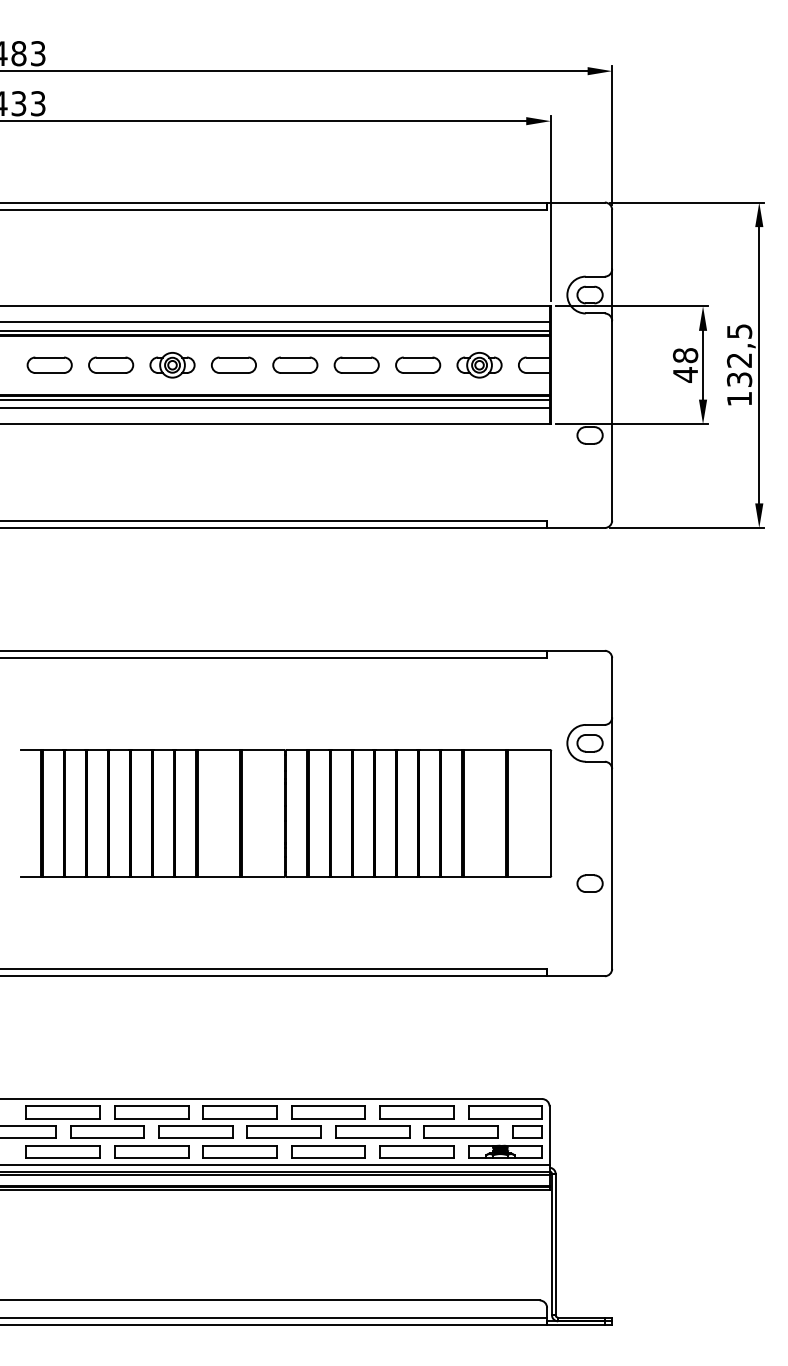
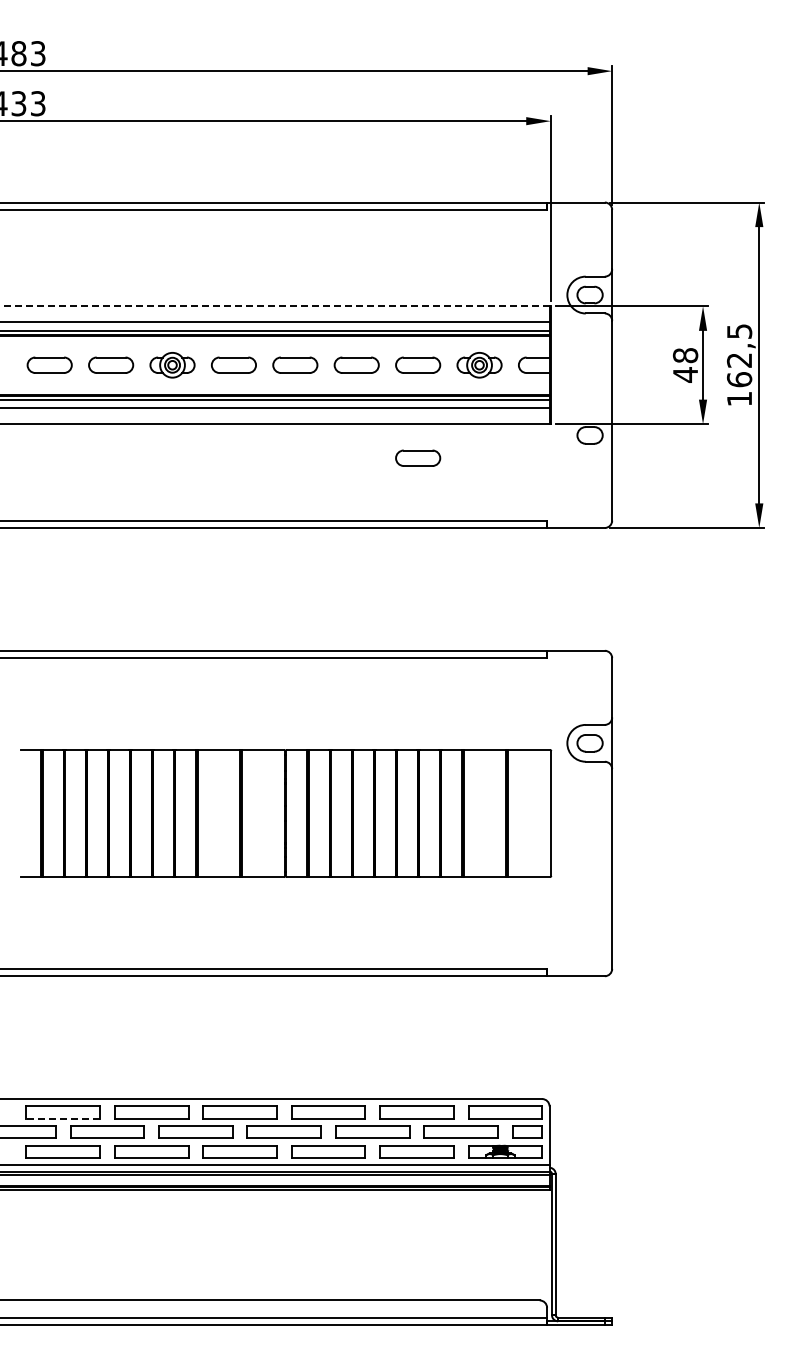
line at (275, 306): solid -> dashed
text at (739, 379): 132,5 -> 162,5
part at (418, 457): none -> present
part at (589, 883): present -> none
line at (63, 1118): solid -> dashed
